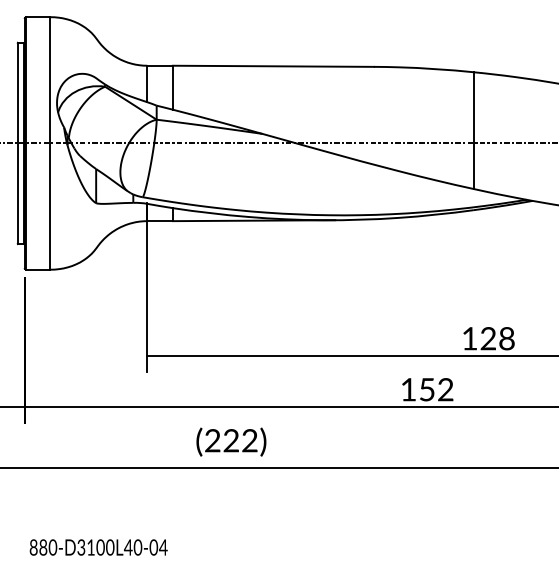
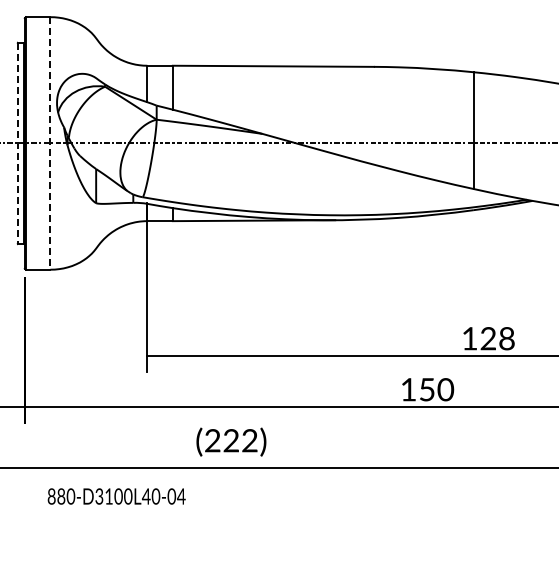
line at (17, 143): solid -> dashed
line at (50, 143): solid -> dashed
text at (445, 389): 152 -> 150
text at (98, 547) position: (98, 547) -> (116, 496)
